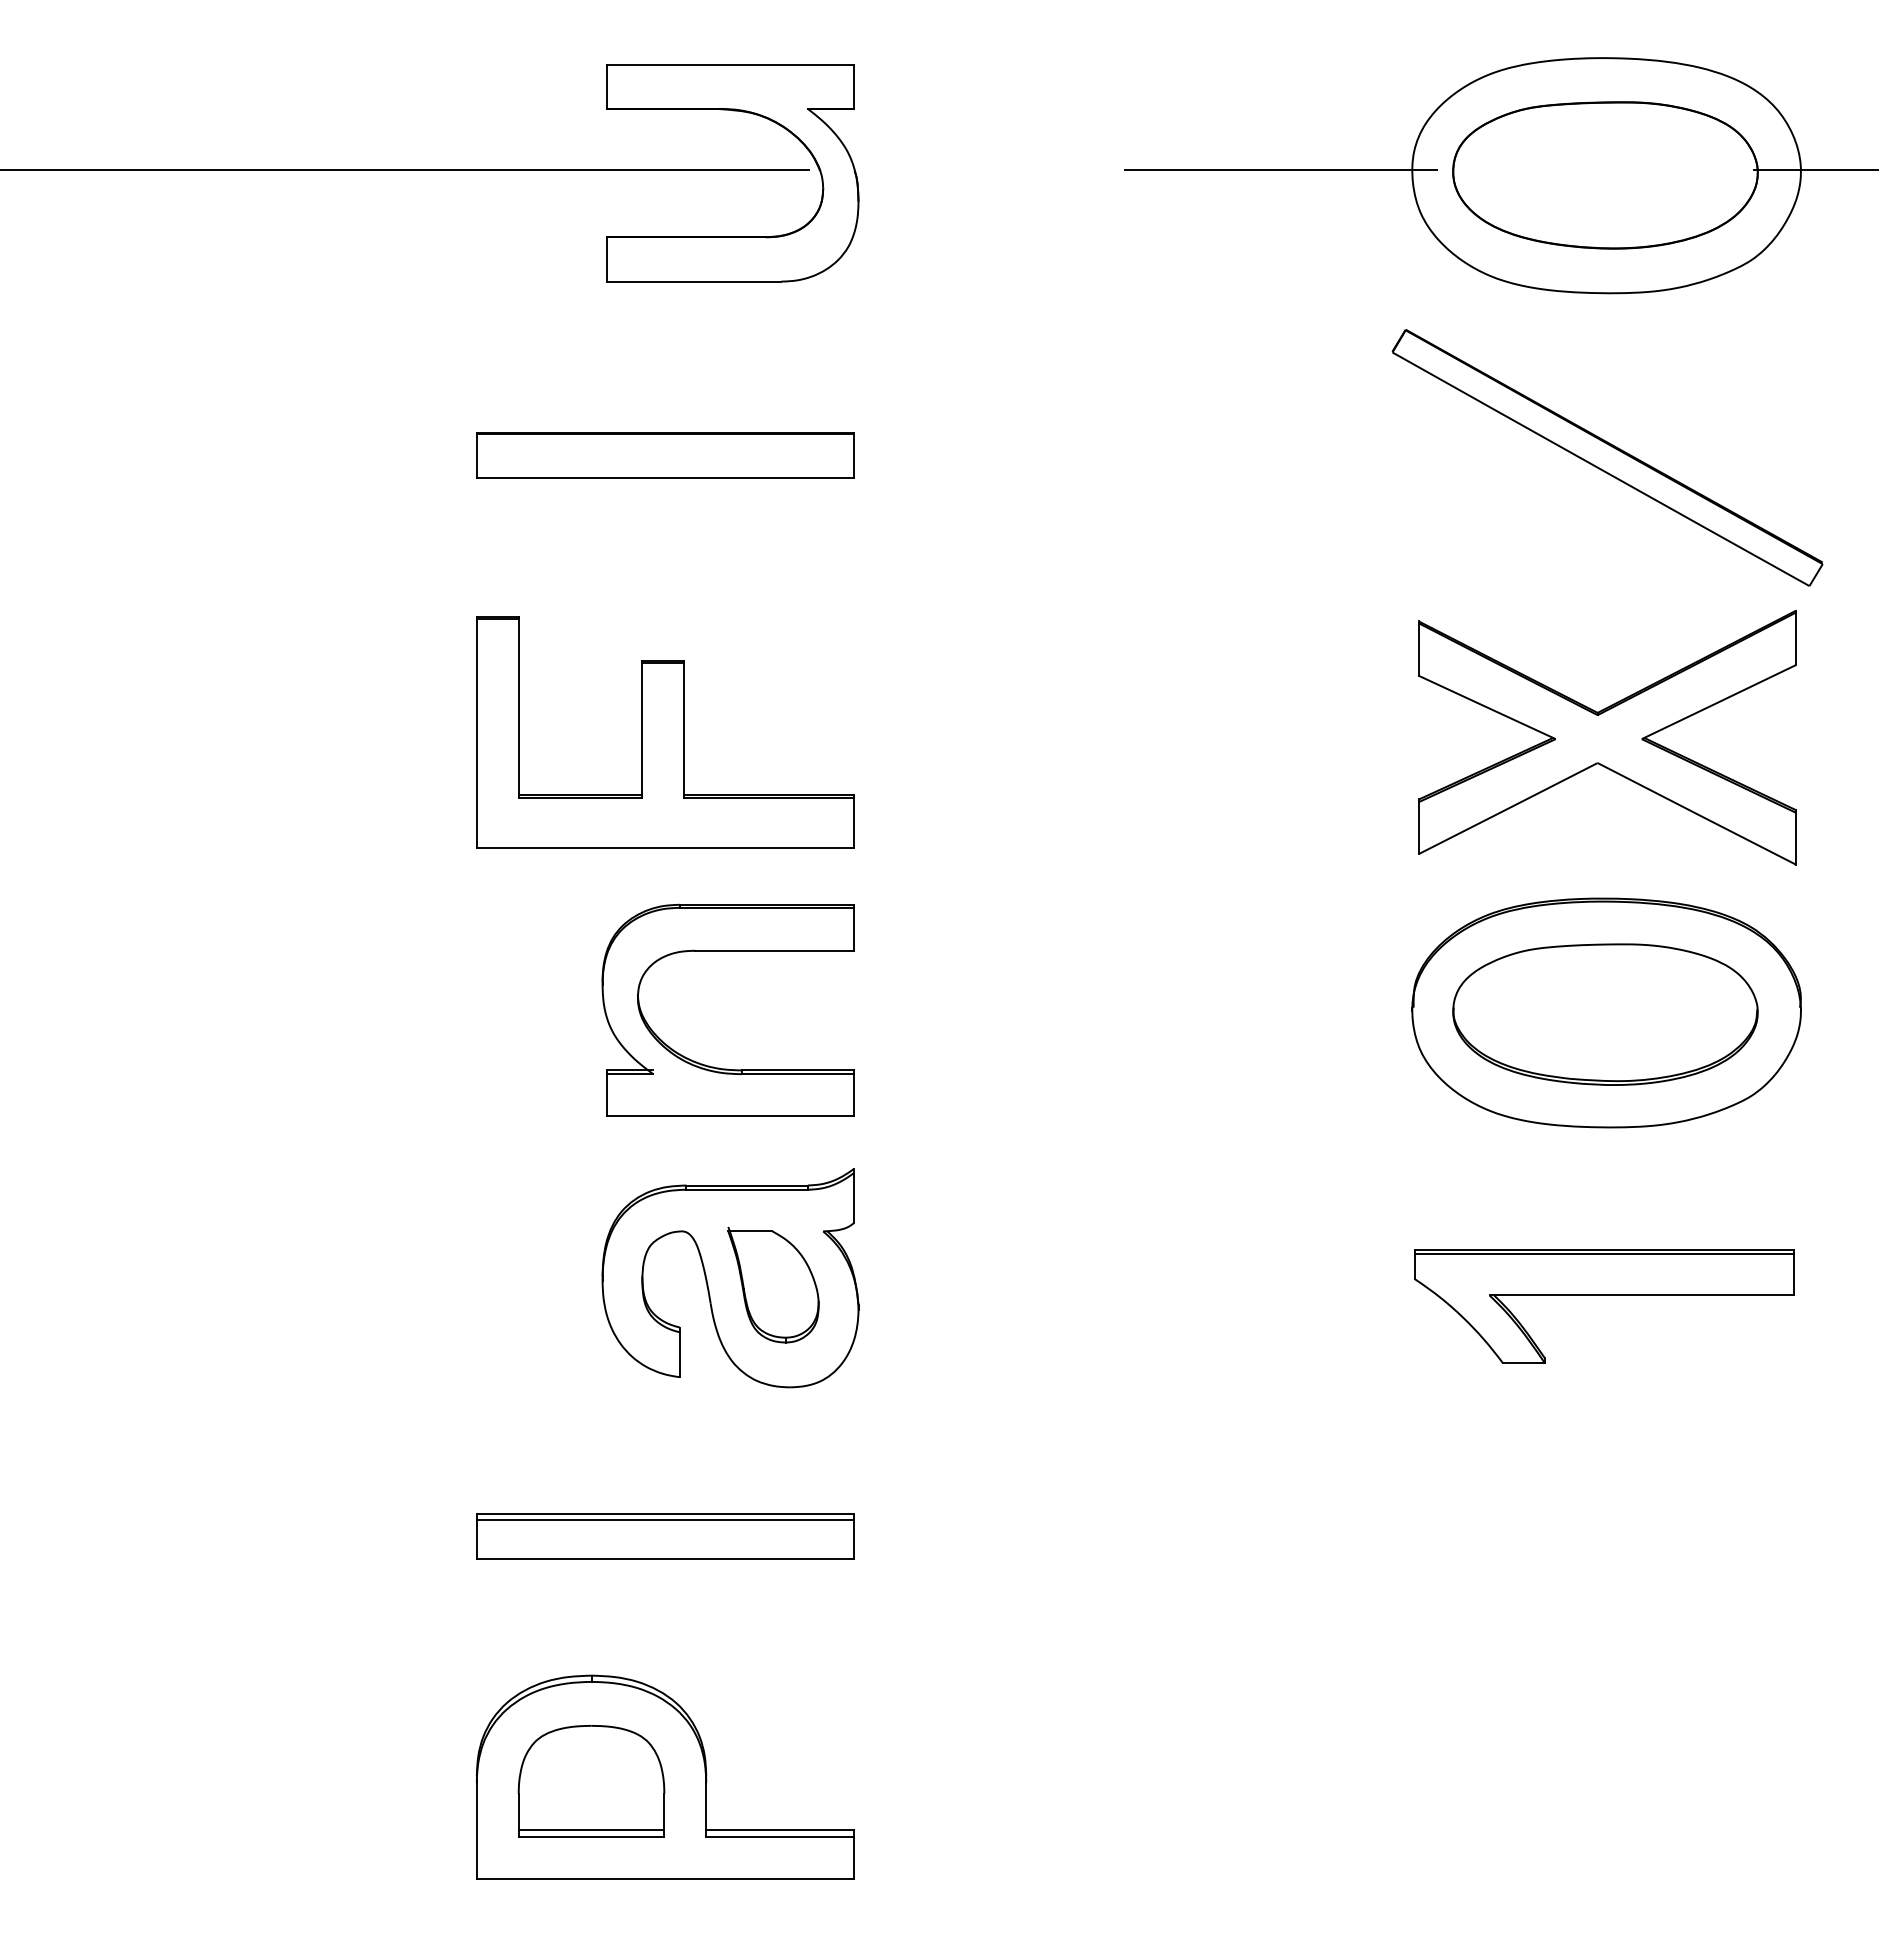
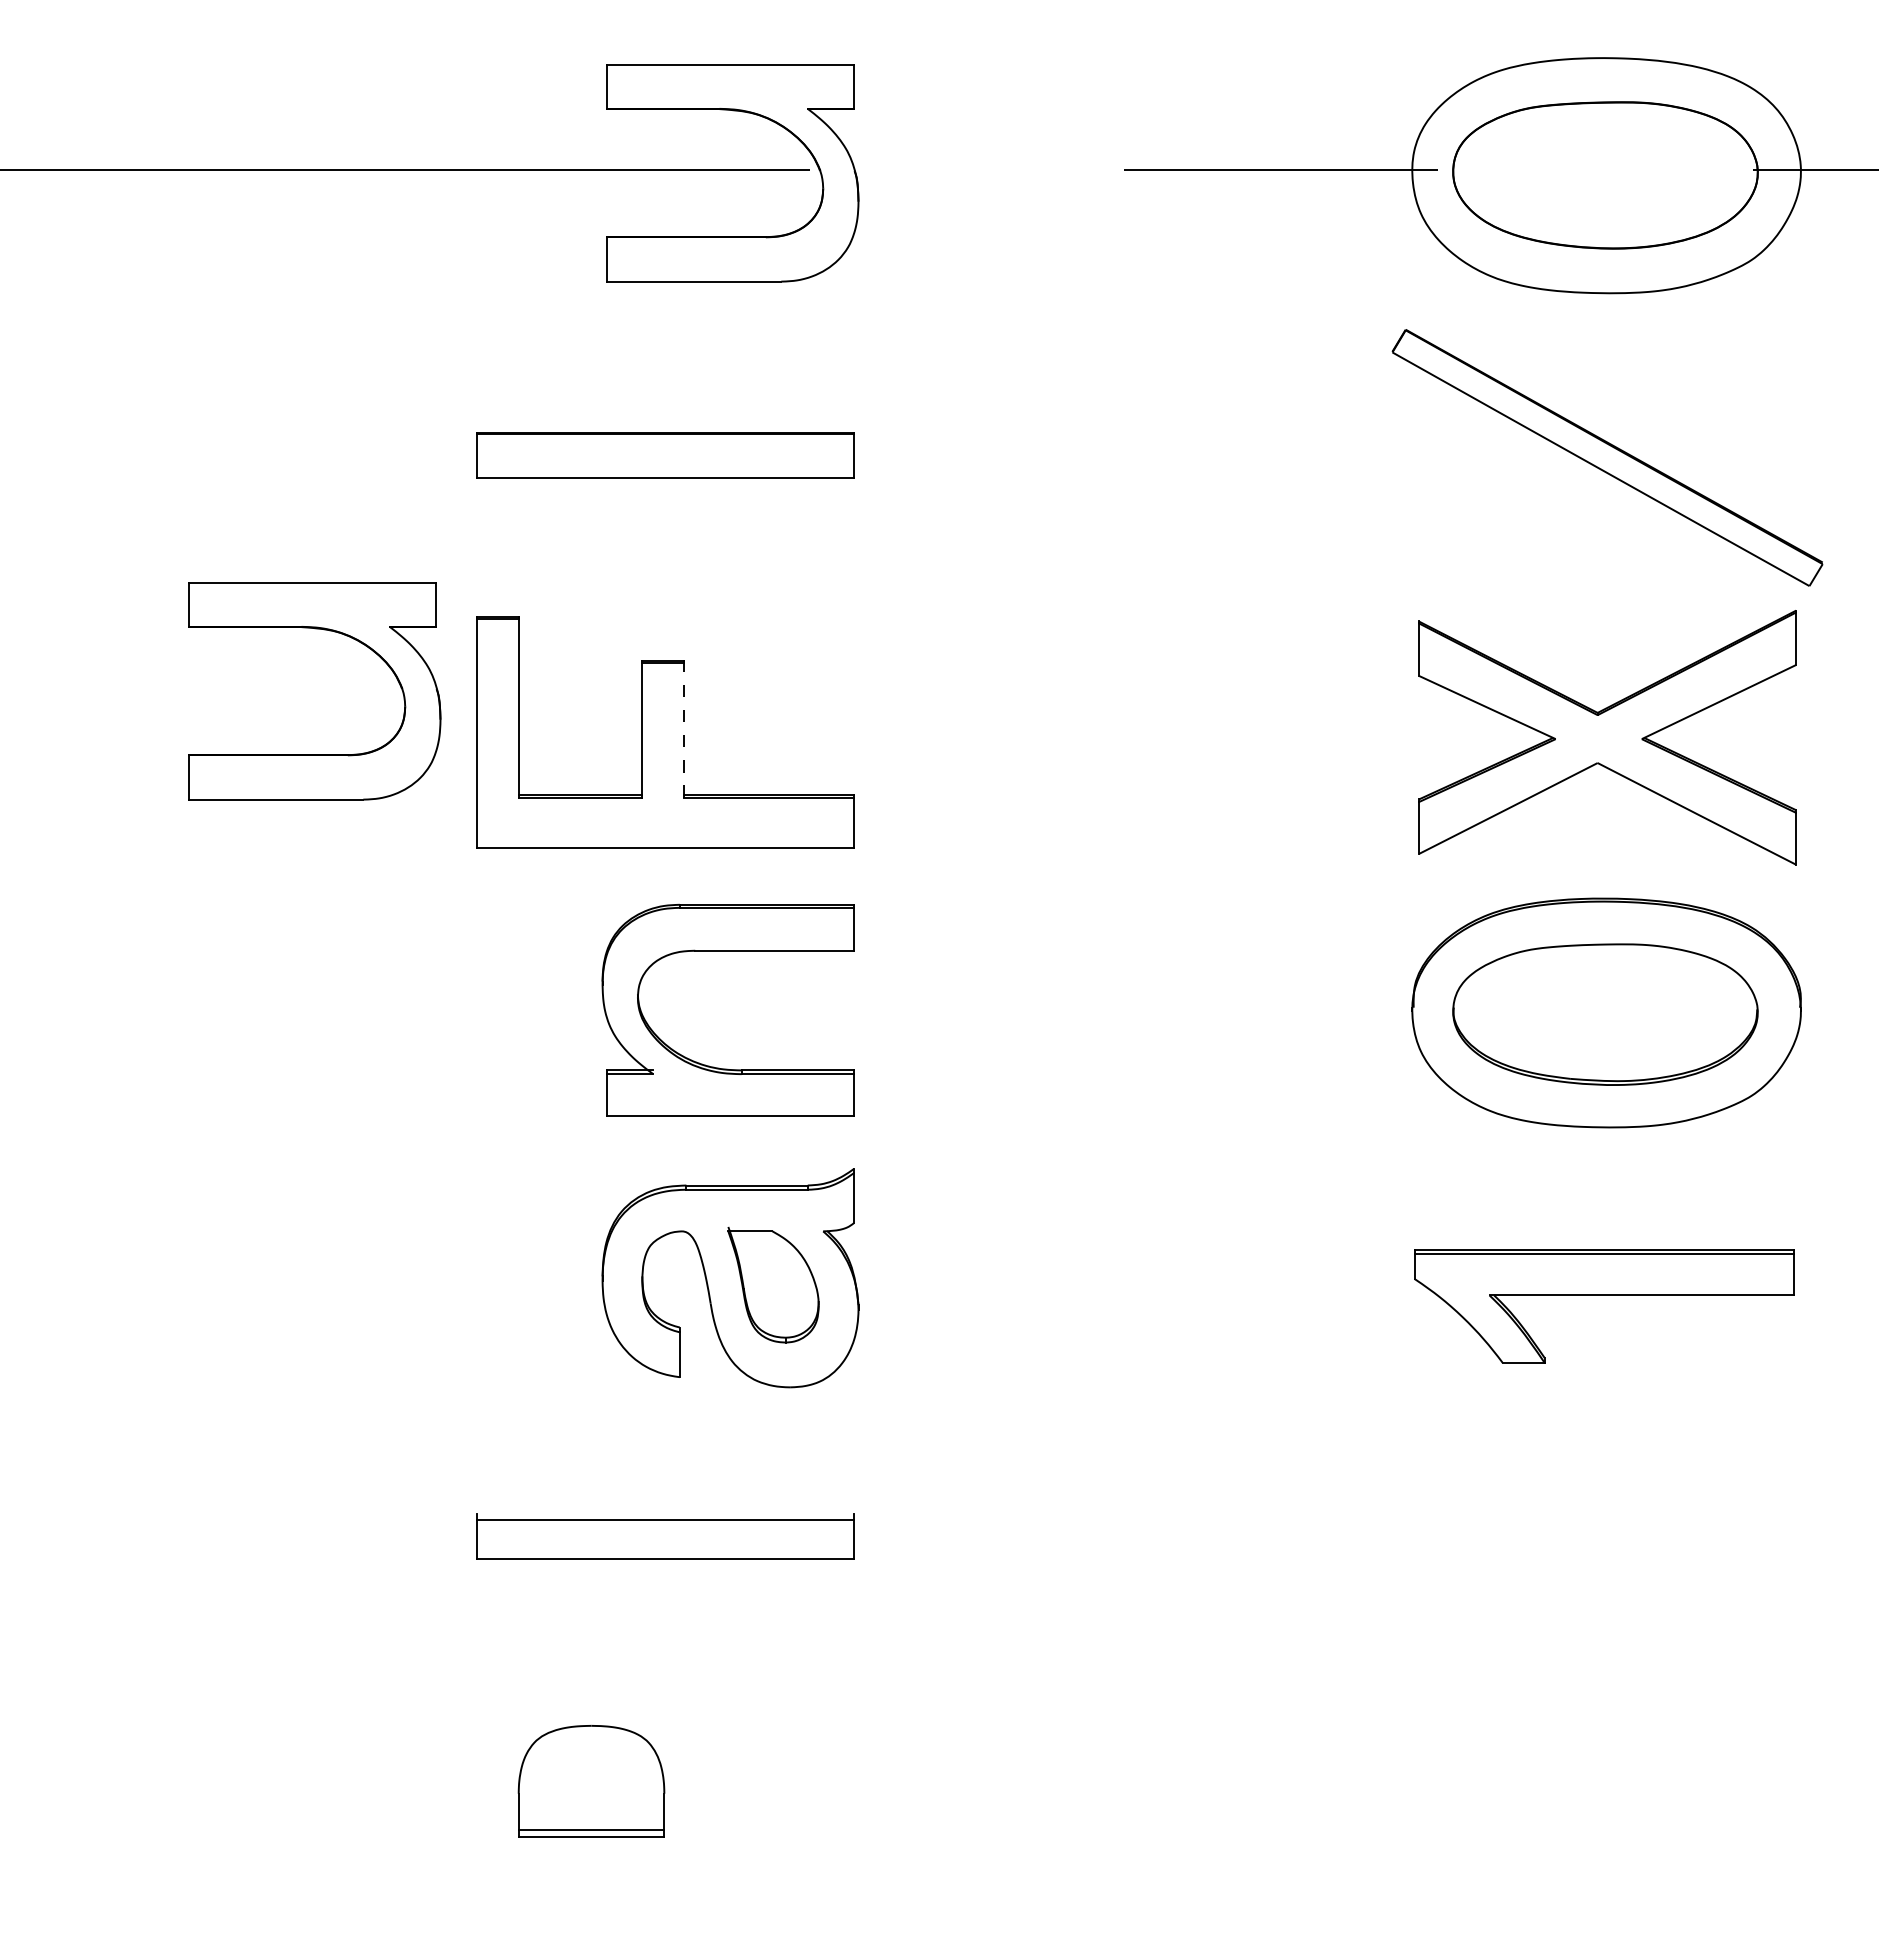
part at (324, 630): none -> present
line at (684, 729): solid -> dashed
line at (665, 1514): present -> none
part at (665, 1776): present -> none
